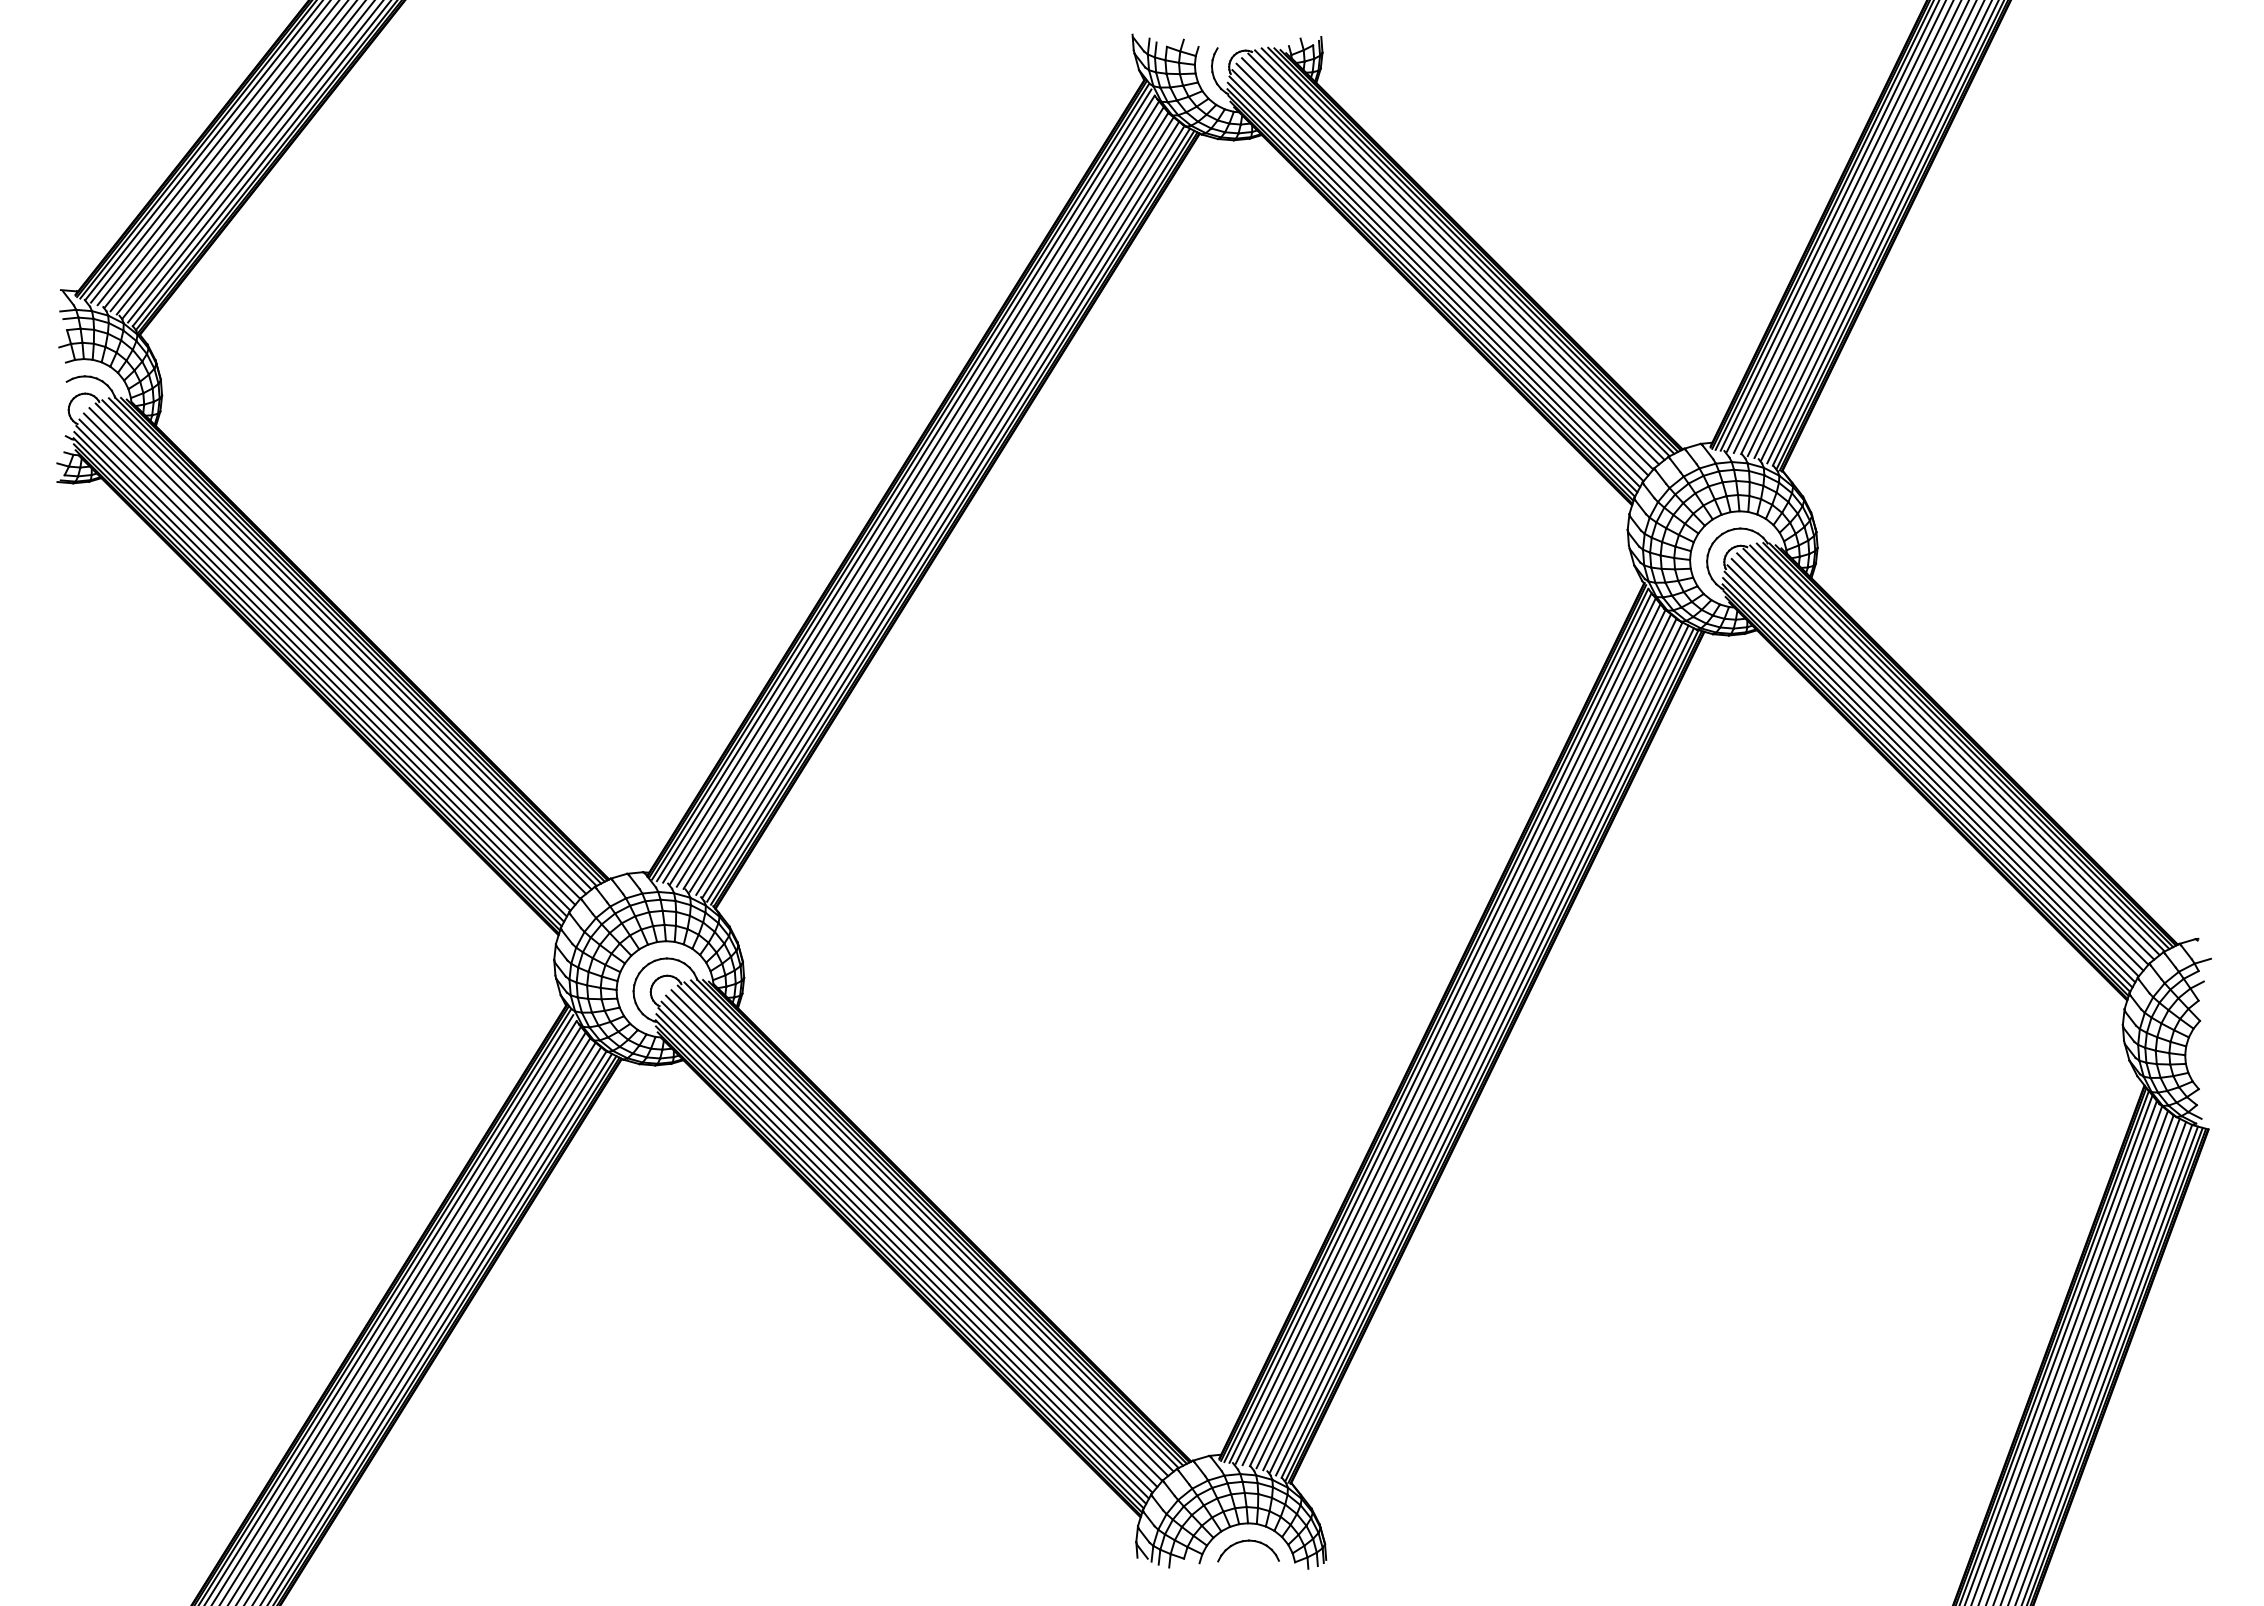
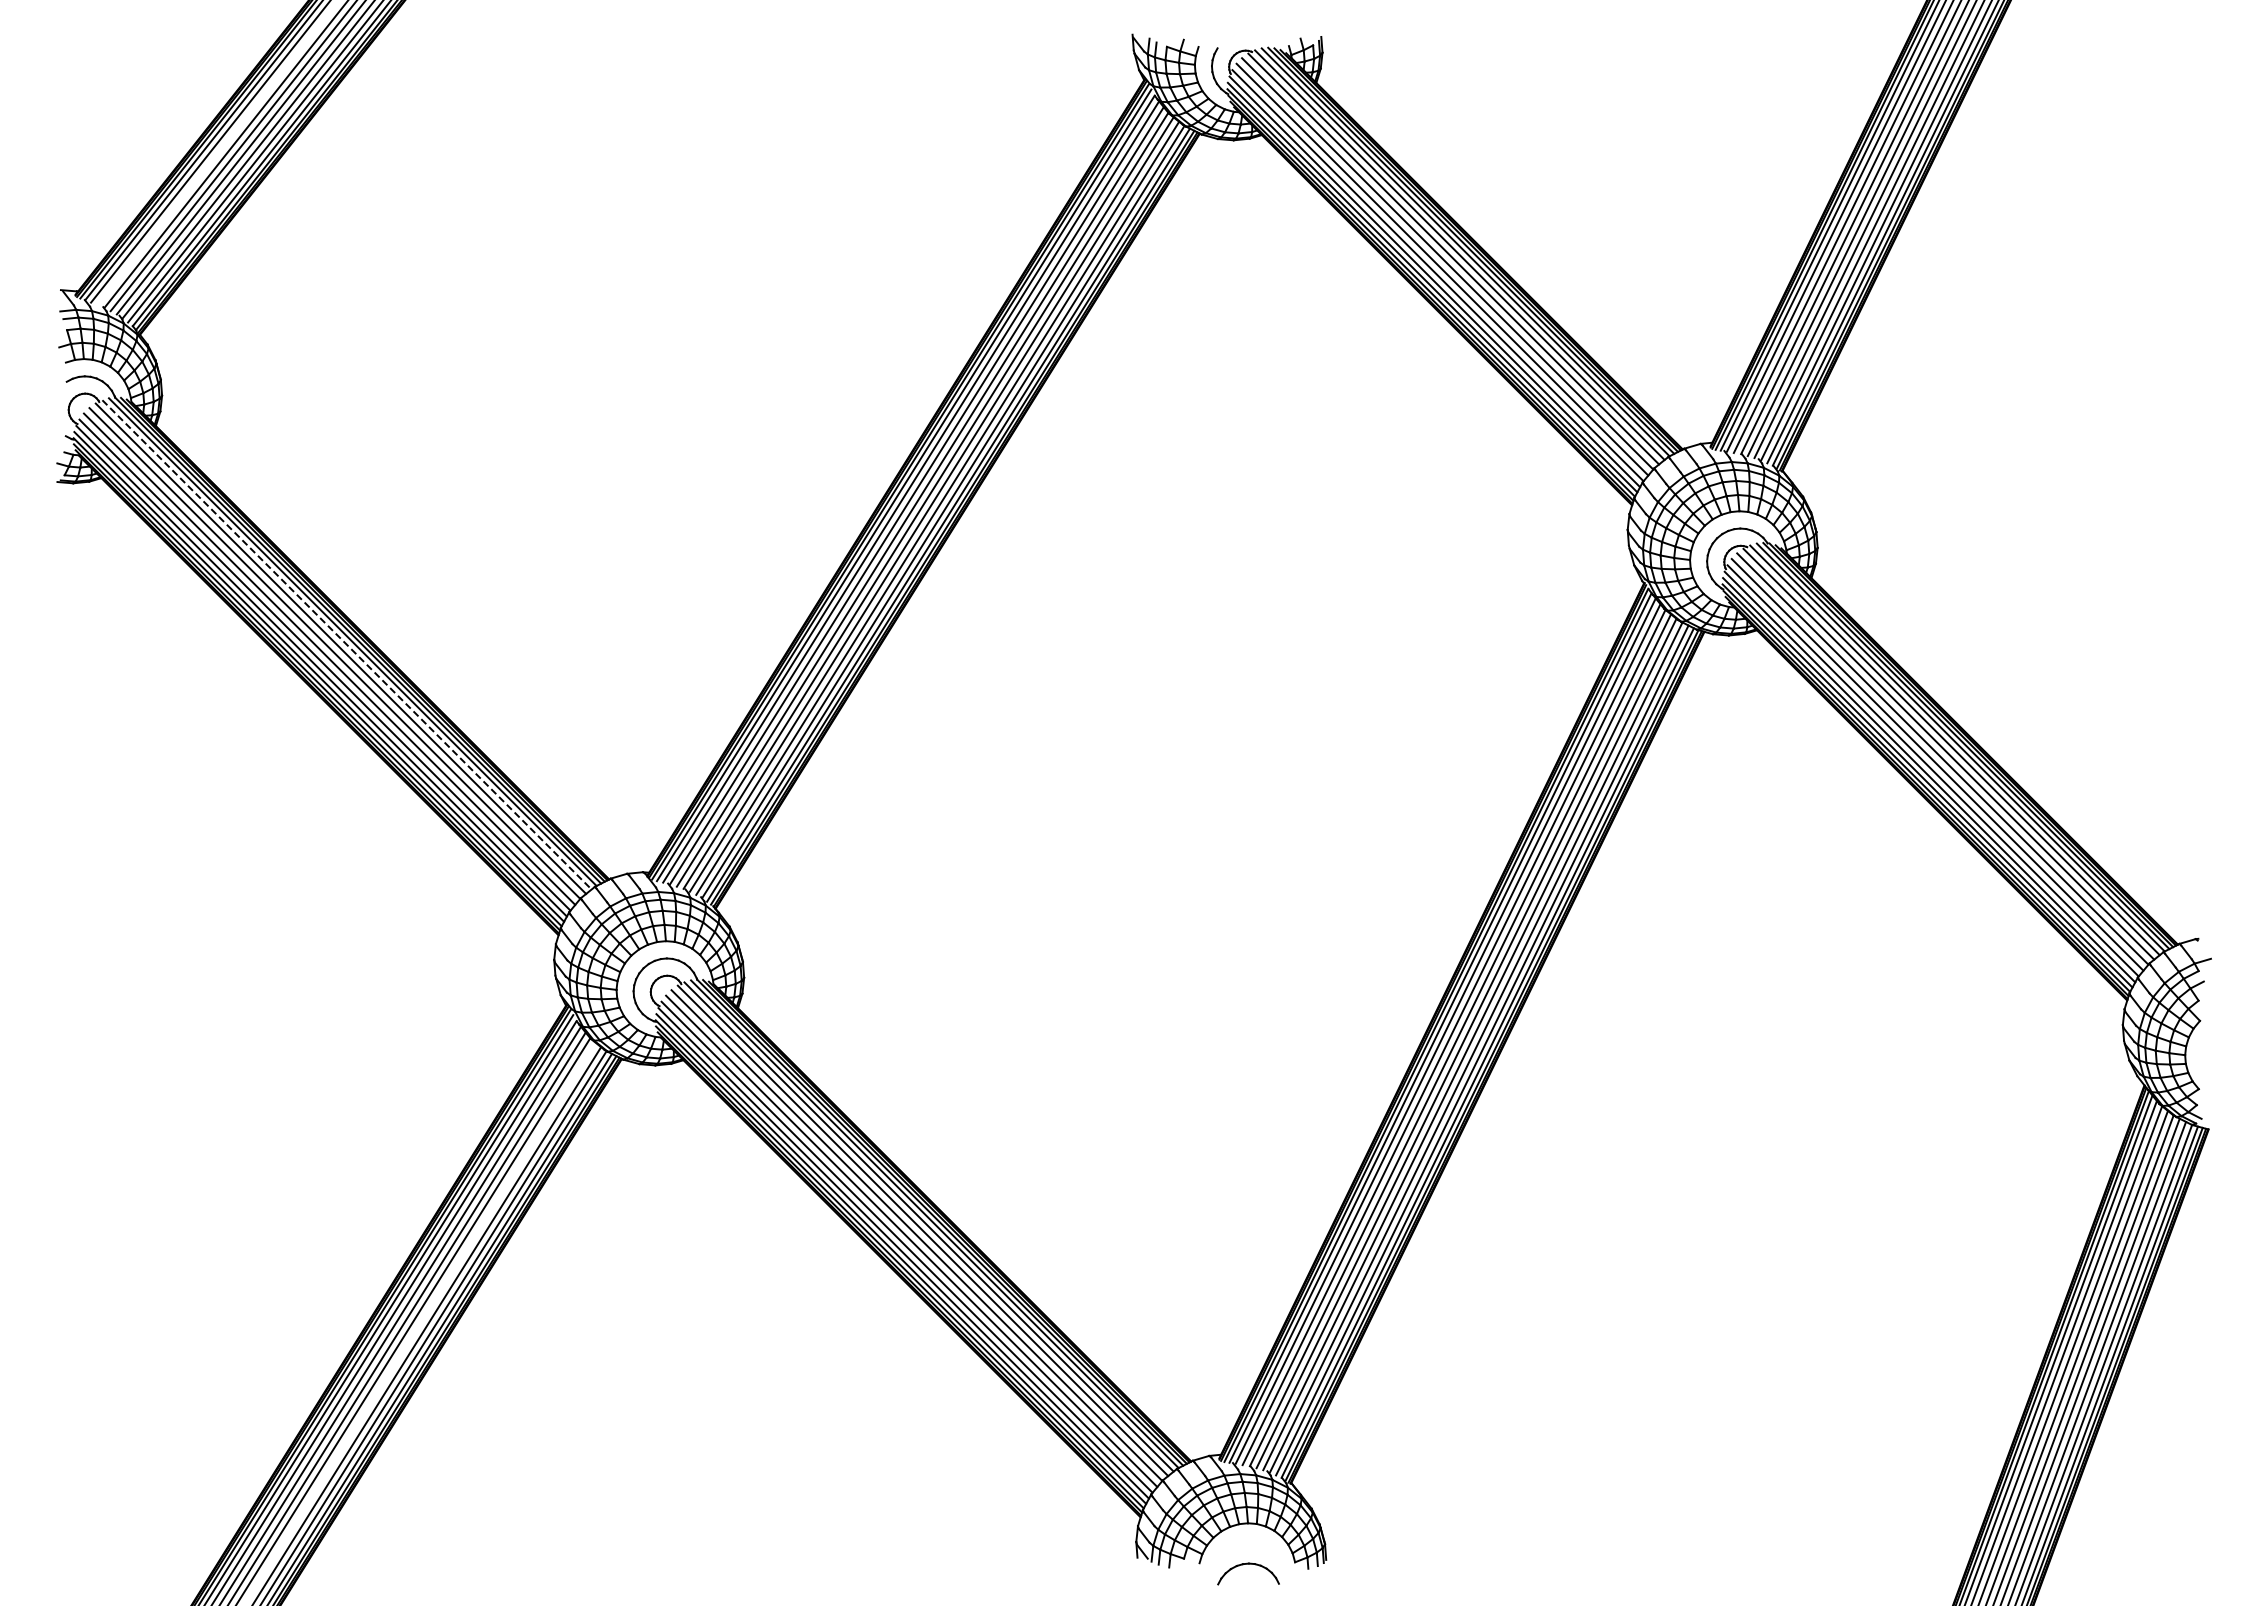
line at (217, 153): present -> none
line at (347, 644): solid -> dashed
line at (420, 1322): present -> none
part at (1248, 1541) position: (1248, 1541) -> (1248, 1564)
